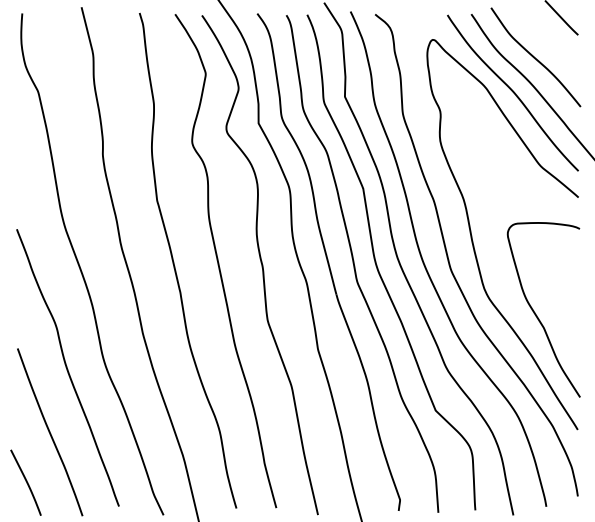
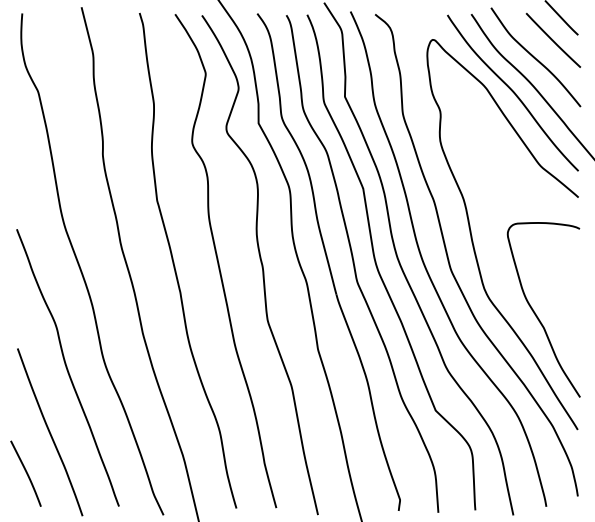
line at (553, 39): none -> present
curve at (25, 481) position: (25, 481) -> (25, 472)
